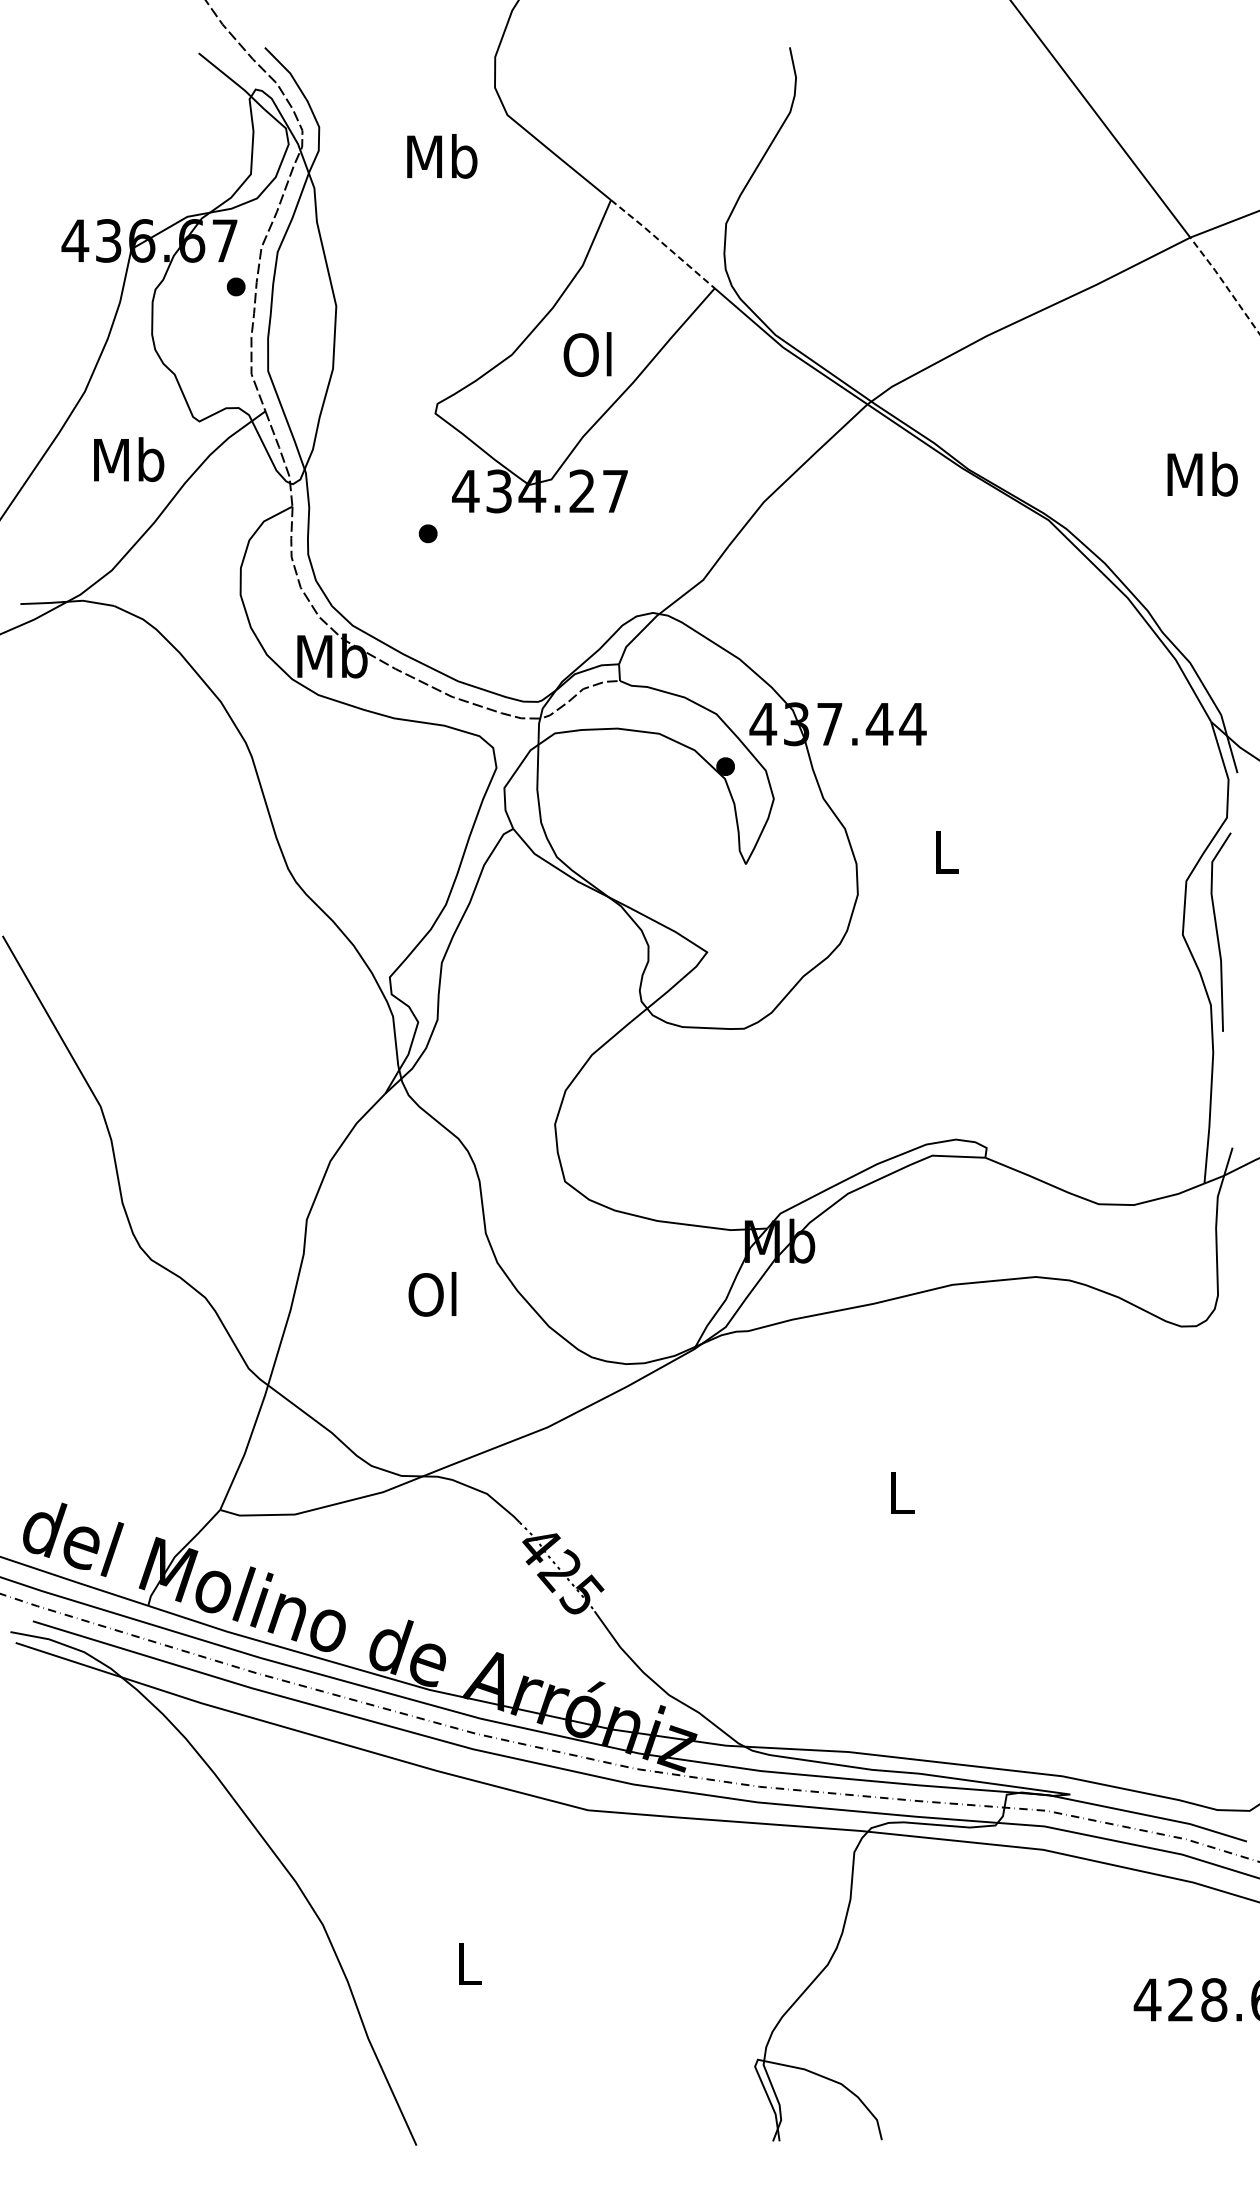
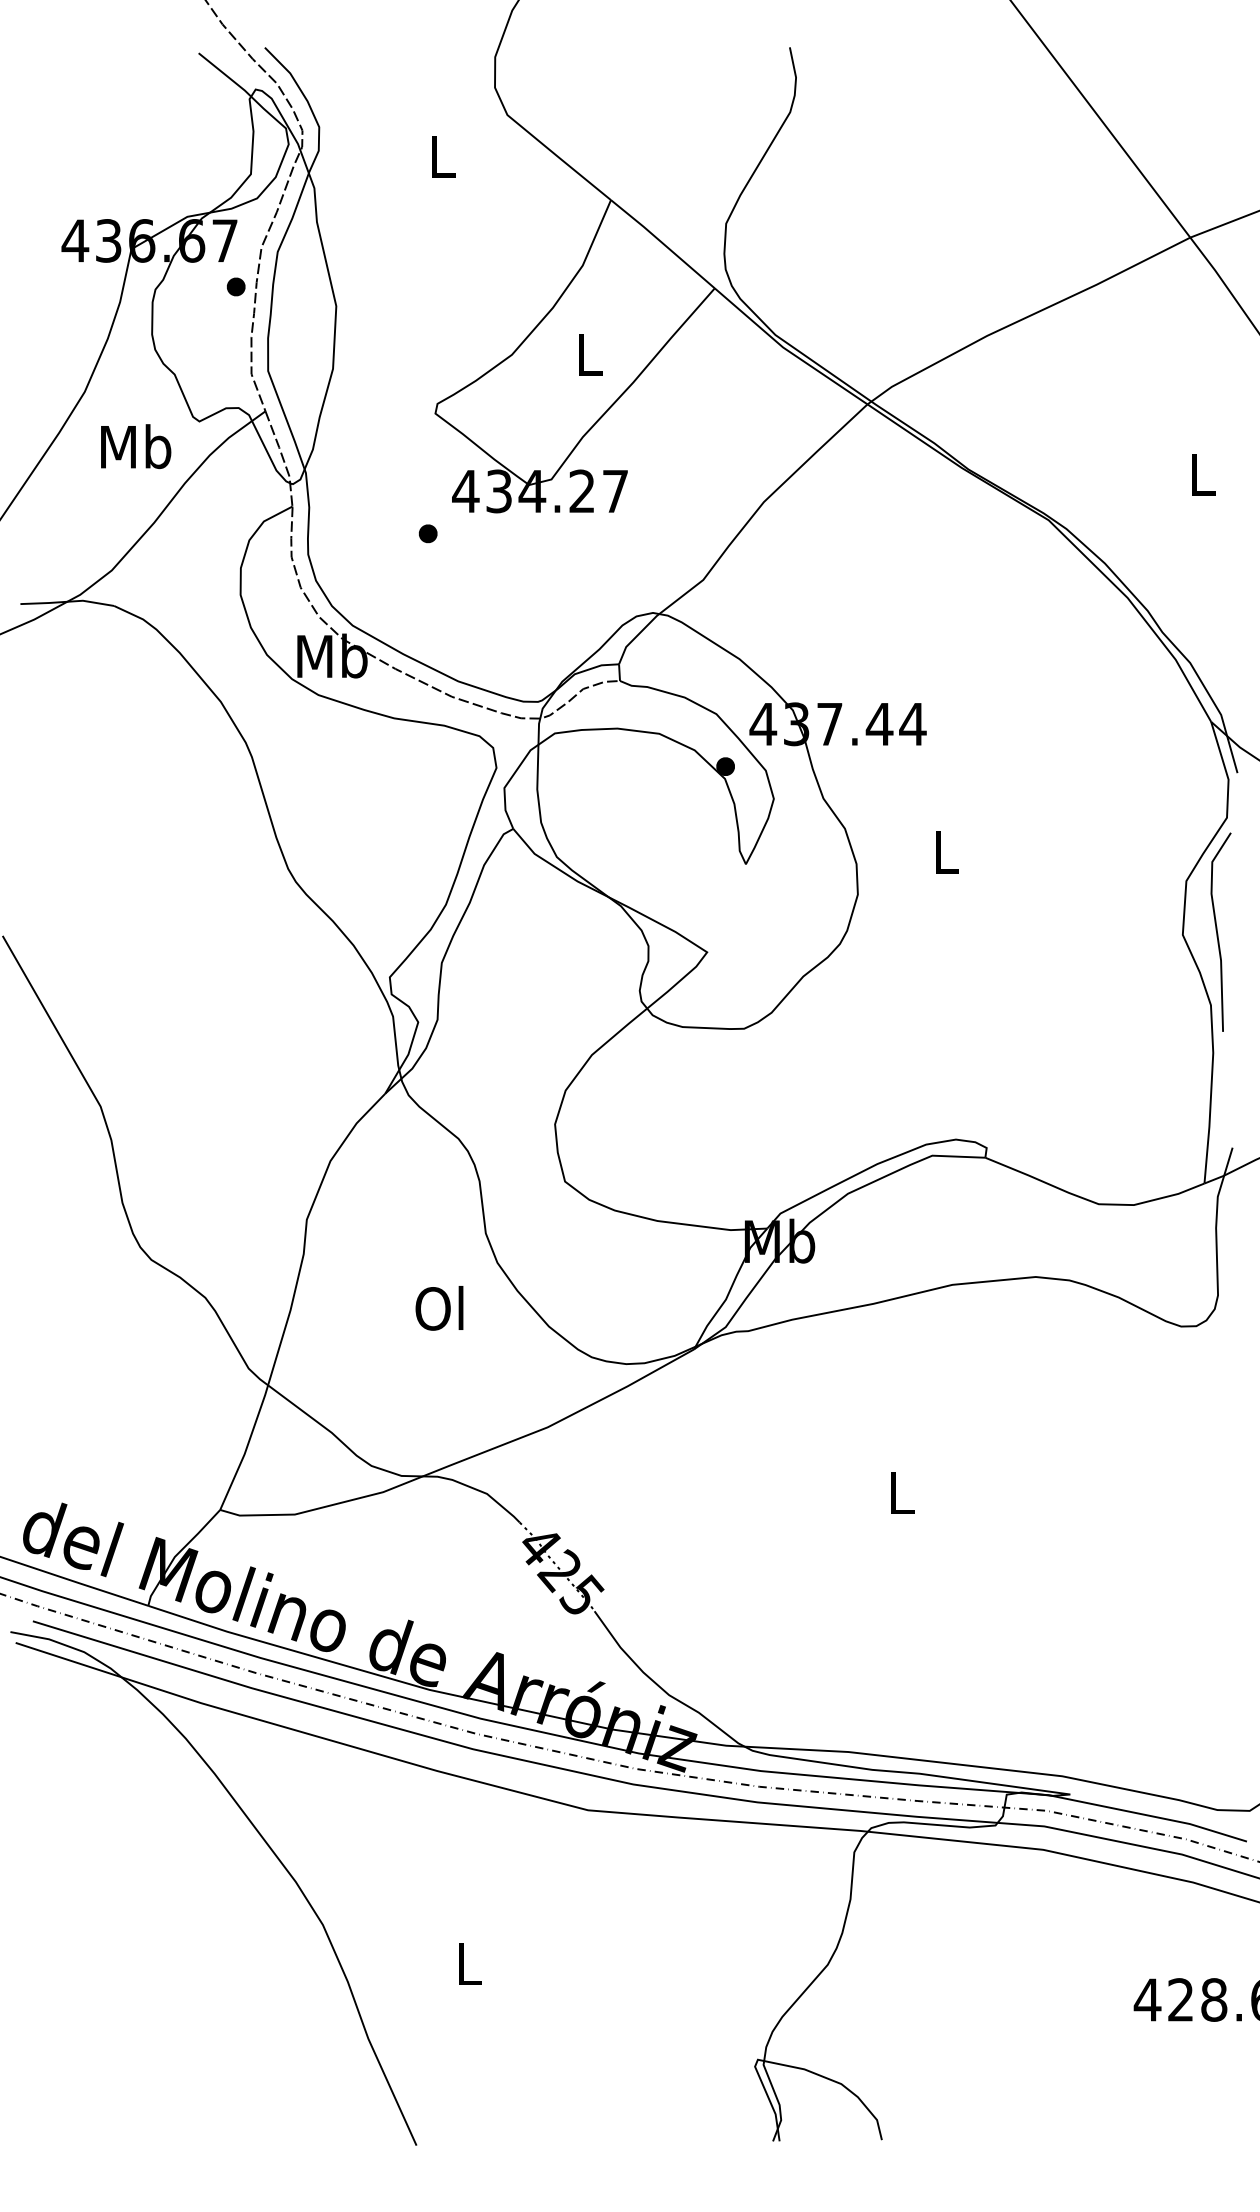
text at (442, 156): Mb -> L
line at (663, 243): dashed -> solid
line at (1224, 284): dashed -> solid
text at (587, 354): Ol -> L
text at (129, 459) position: (129, 459) -> (136, 446)
text at (1202, 473): Mb -> L
text at (432, 1294) position: (432, 1294) -> (439, 1308)
